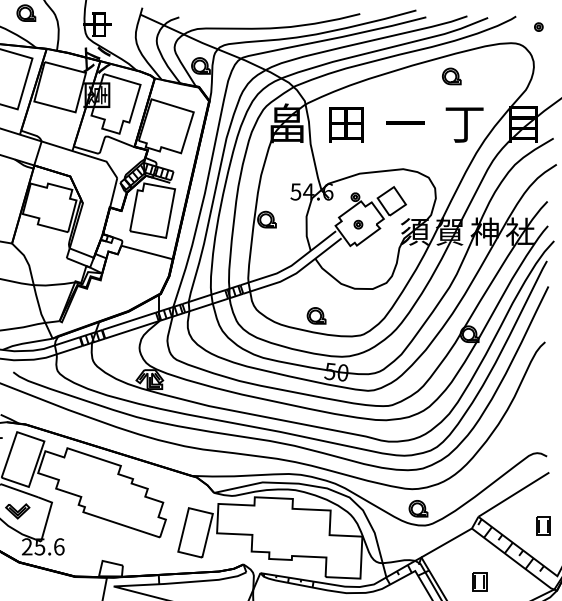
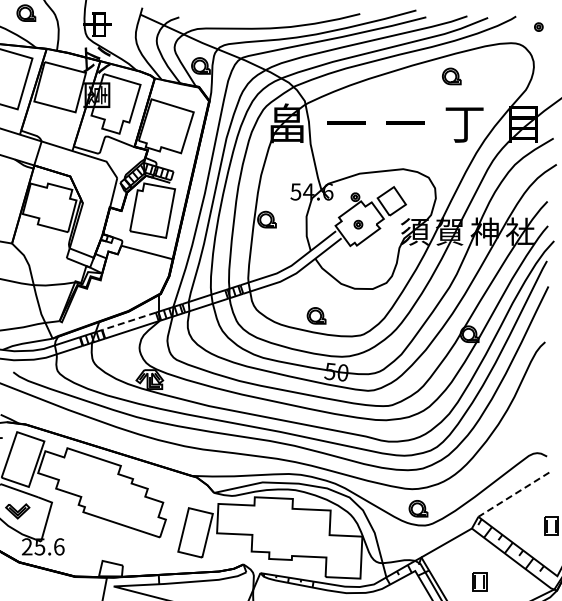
text at (346, 124): 田 -> 一
line at (129, 321): solid -> dashed
line at (514, 494): solid -> dashed
part at (543, 525) position: (543, 525) -> (551, 525)
